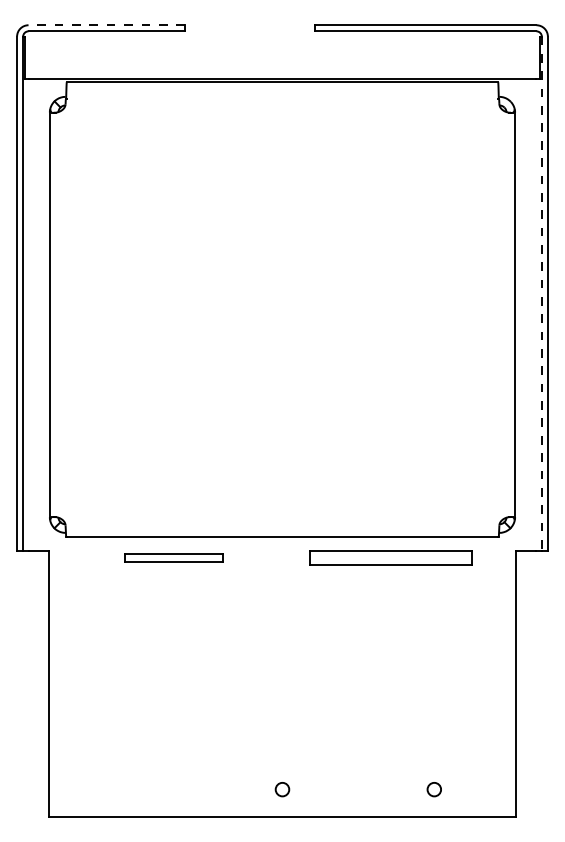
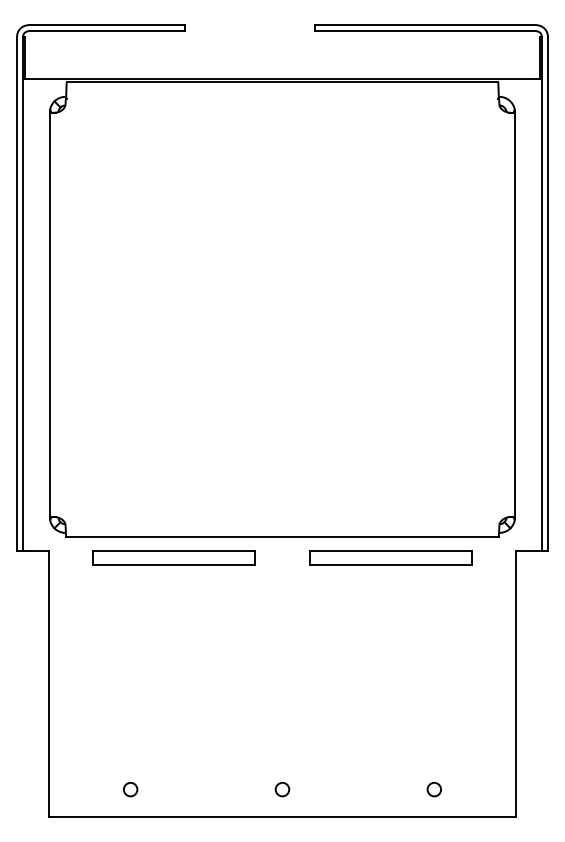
line at (106, 25): dashed -> solid
line at (541, 294): dashed -> solid
part at (173, 557) size: 100x10 px -> 164x16 px
circle at (130, 789): none -> present
